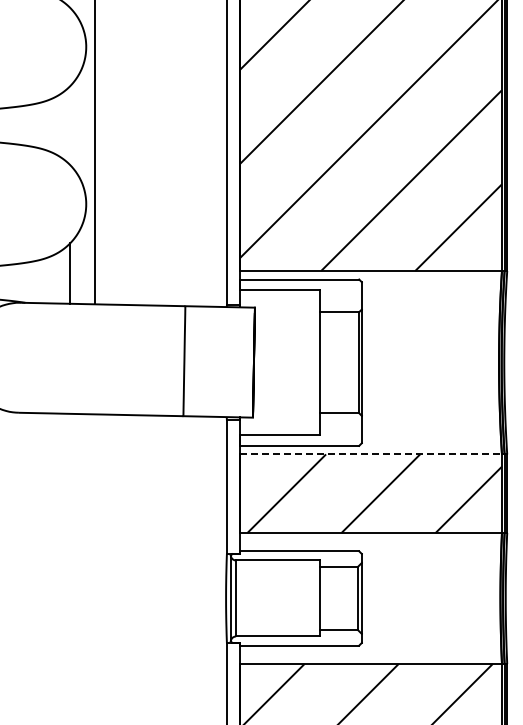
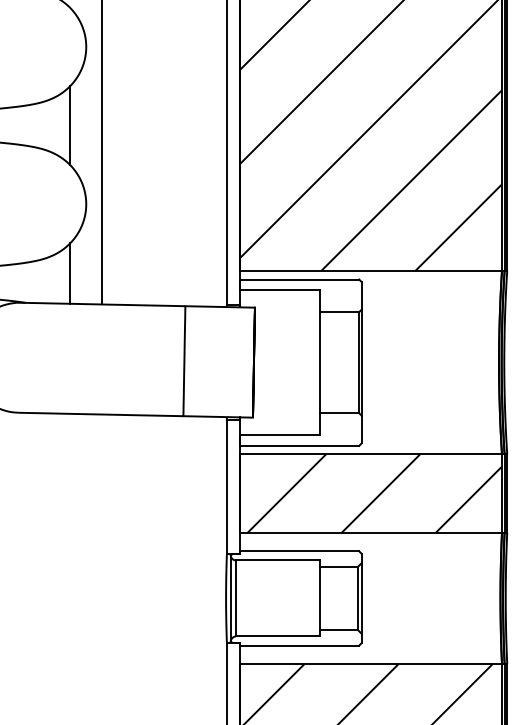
line at (70, 125): none -> present
line at (94, 153) position: (94, 153) -> (101, 153)
line at (370, 454): dashed -> solid
